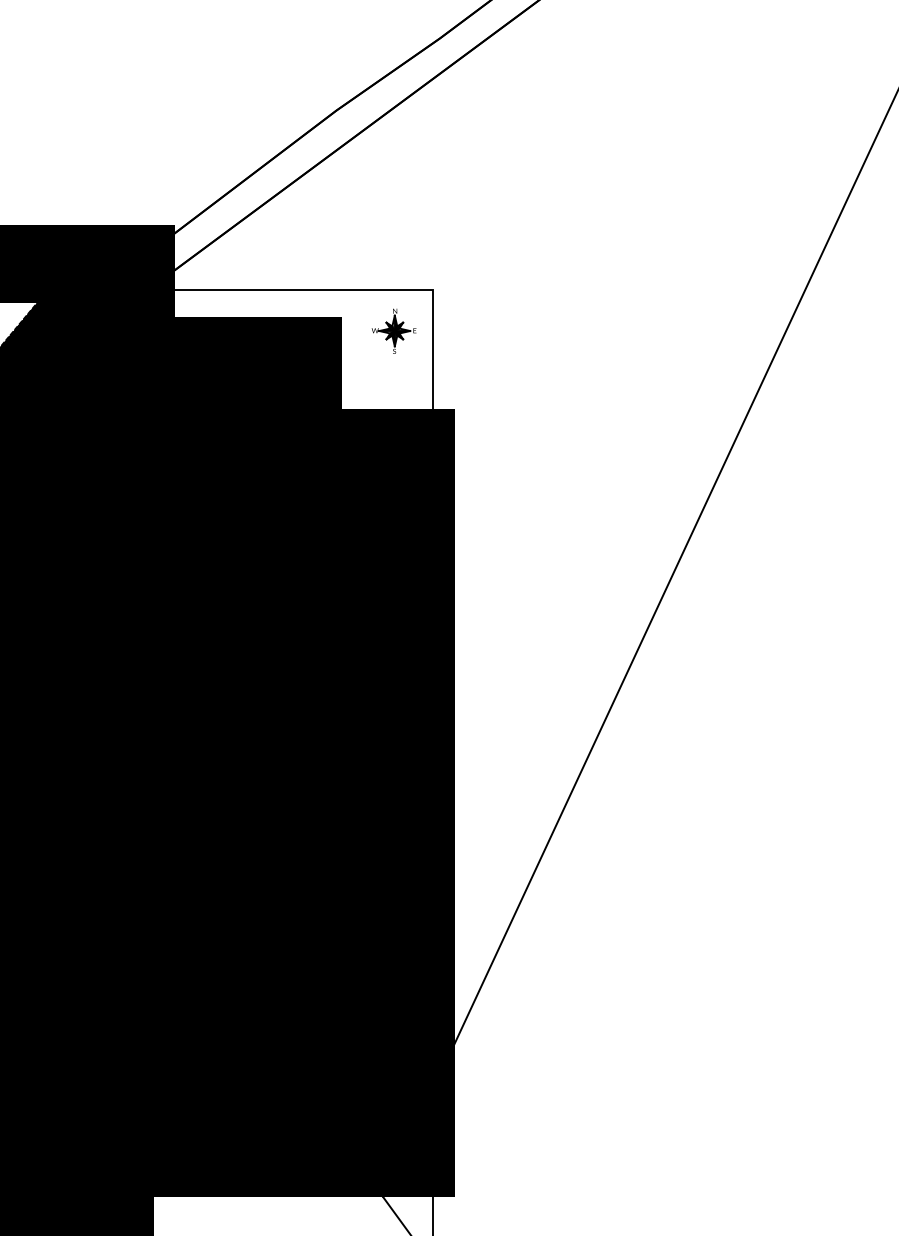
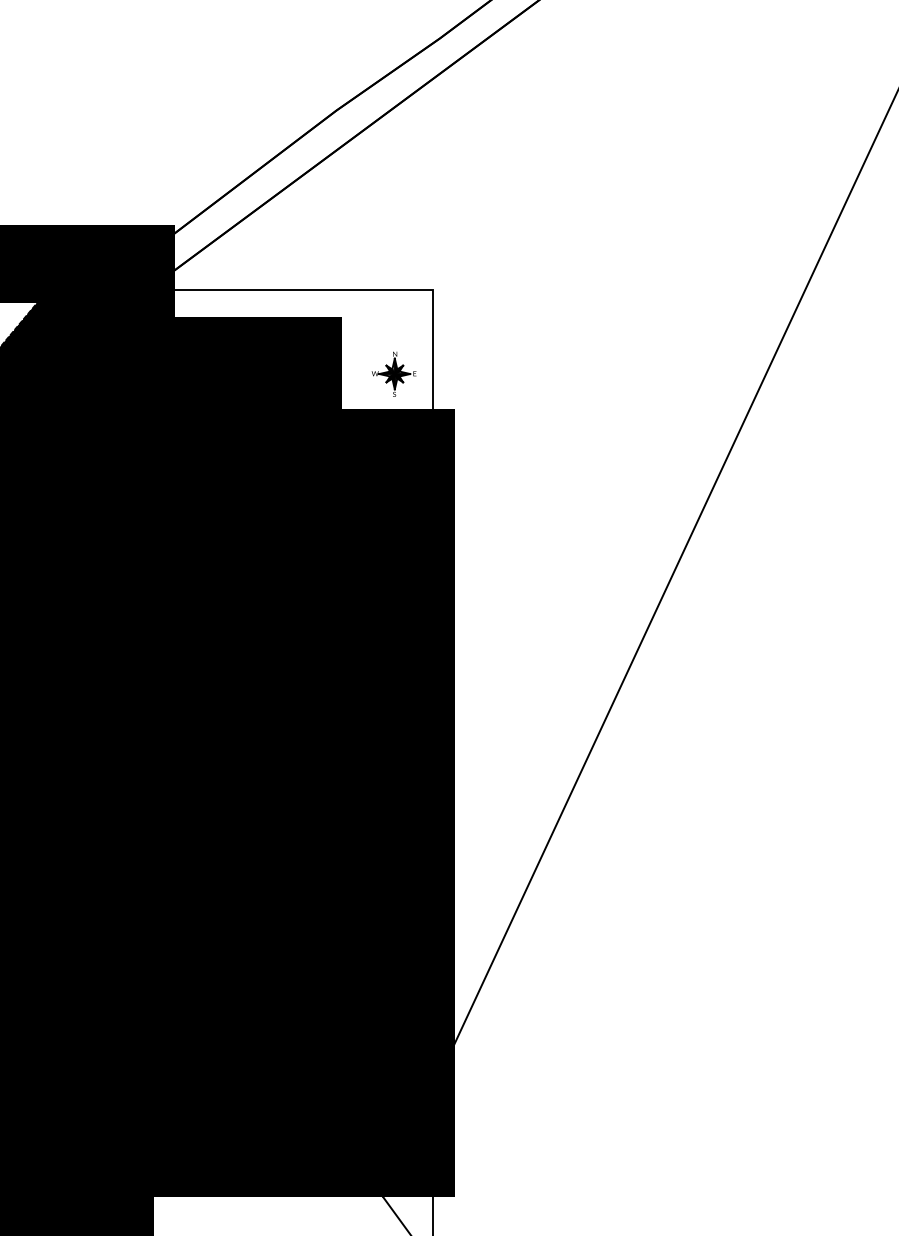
part at (393, 330) position: (393, 330) -> (393, 373)
